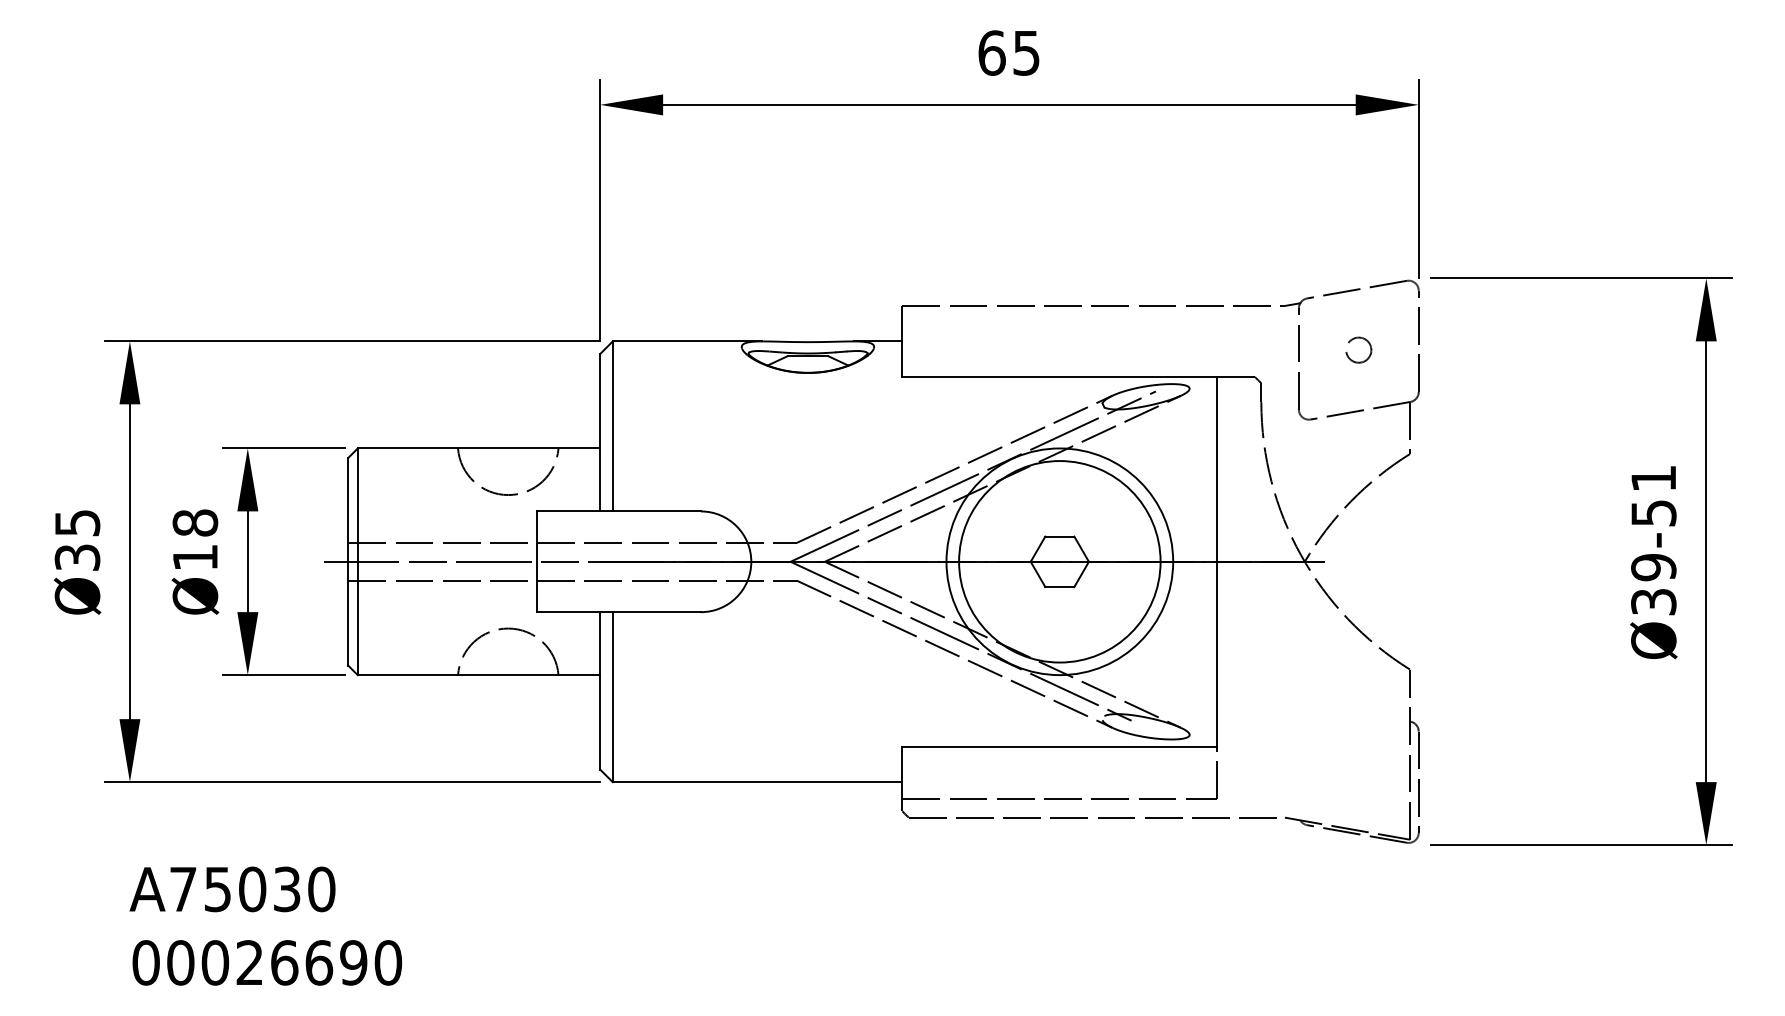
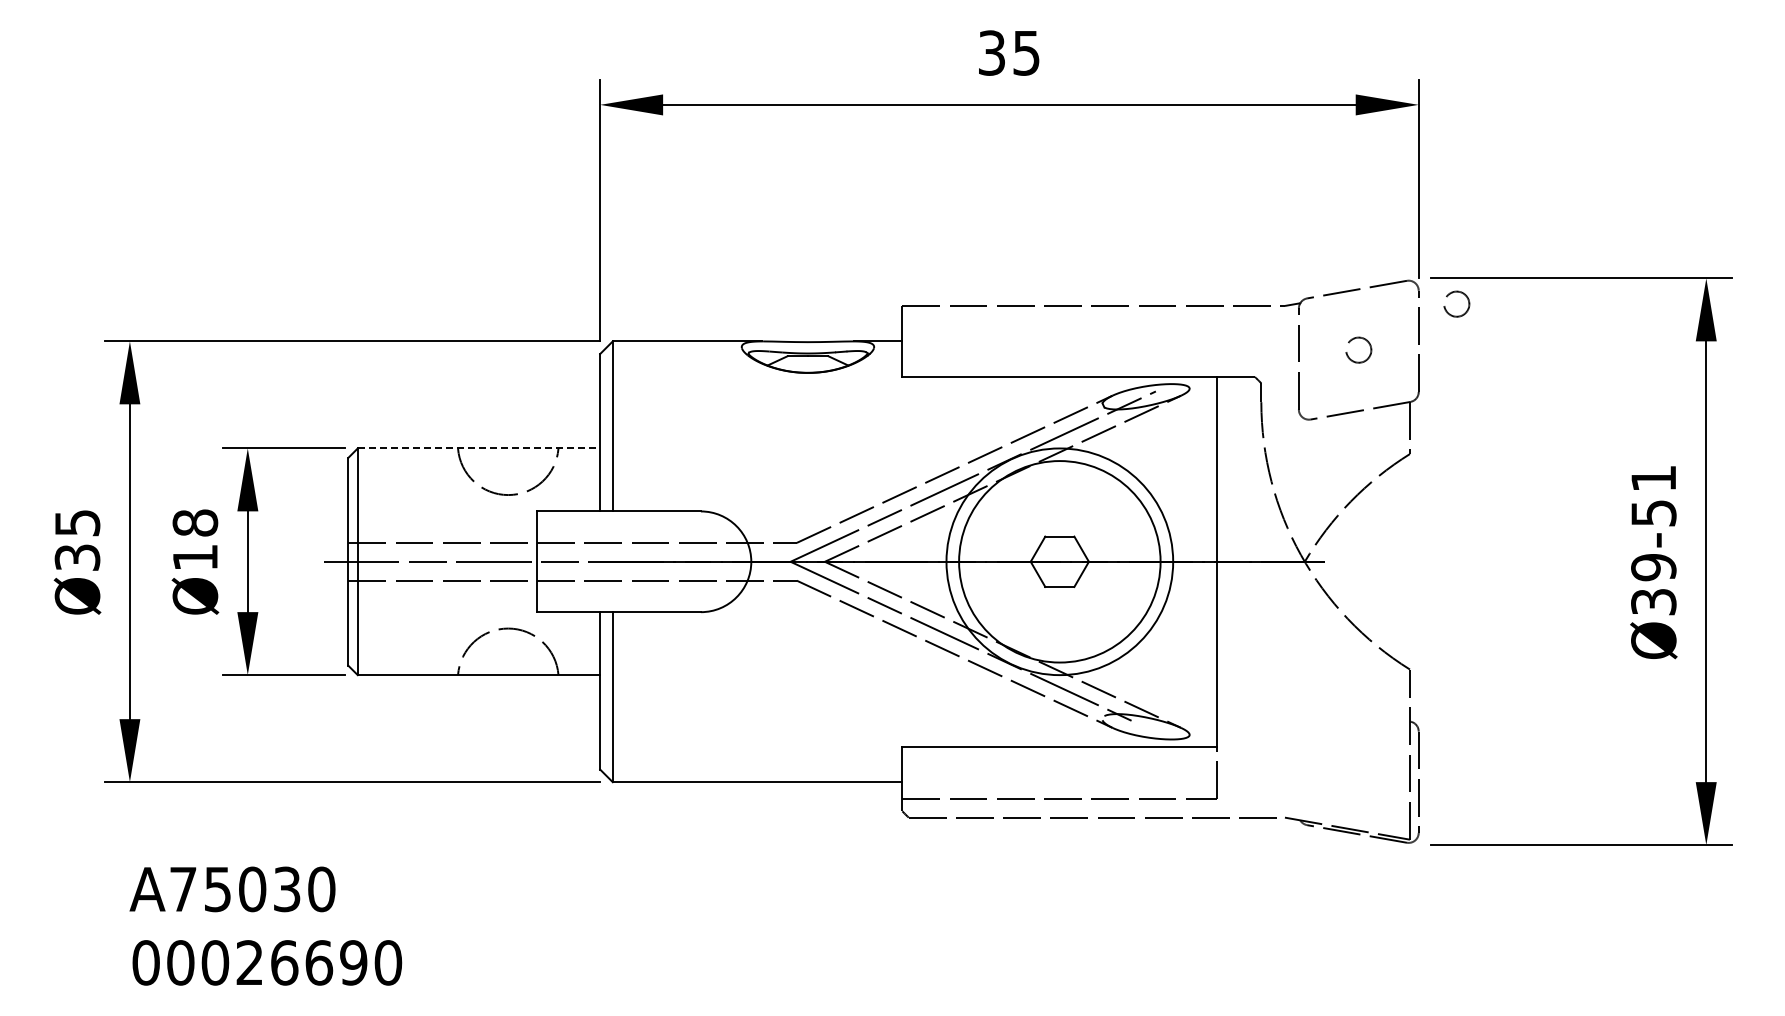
text at (991, 52): 65 -> 35
circle at (1456, 303): none -> present
line at (479, 448): solid -> dashed
